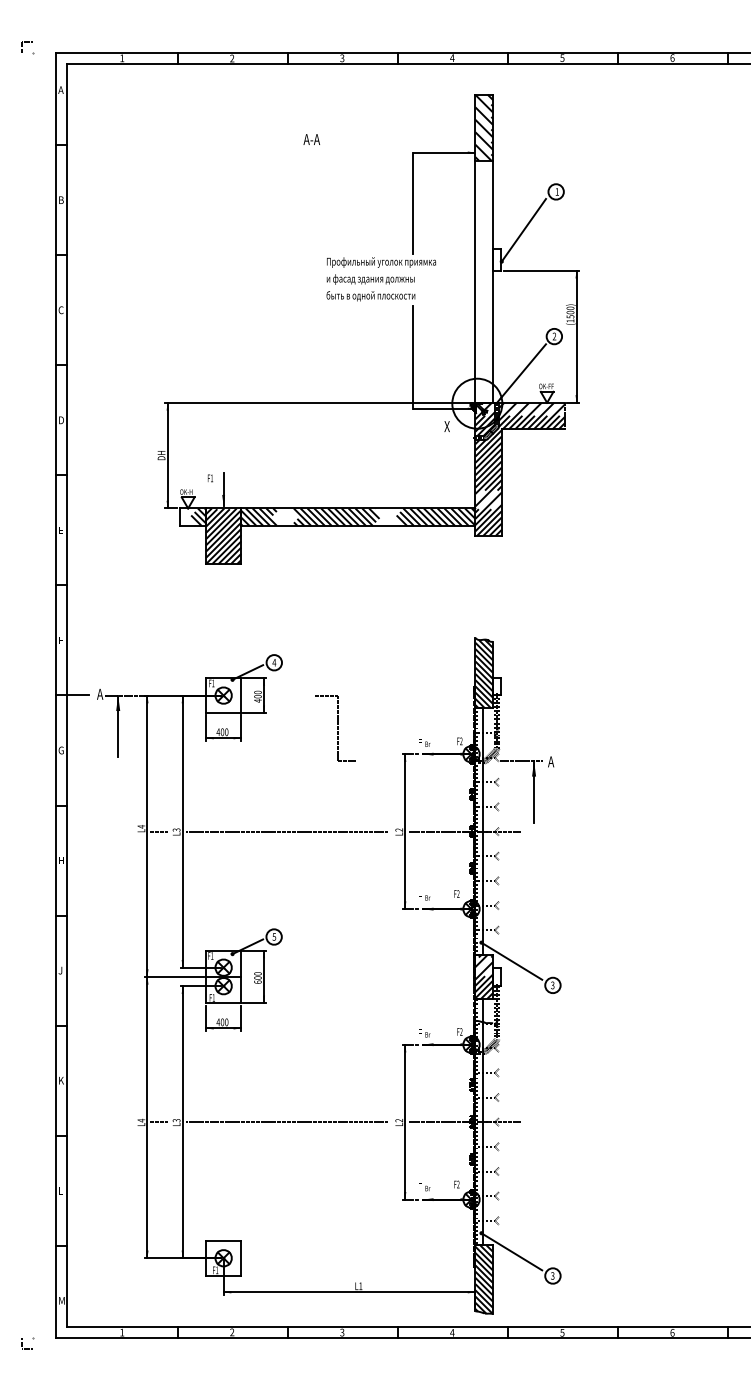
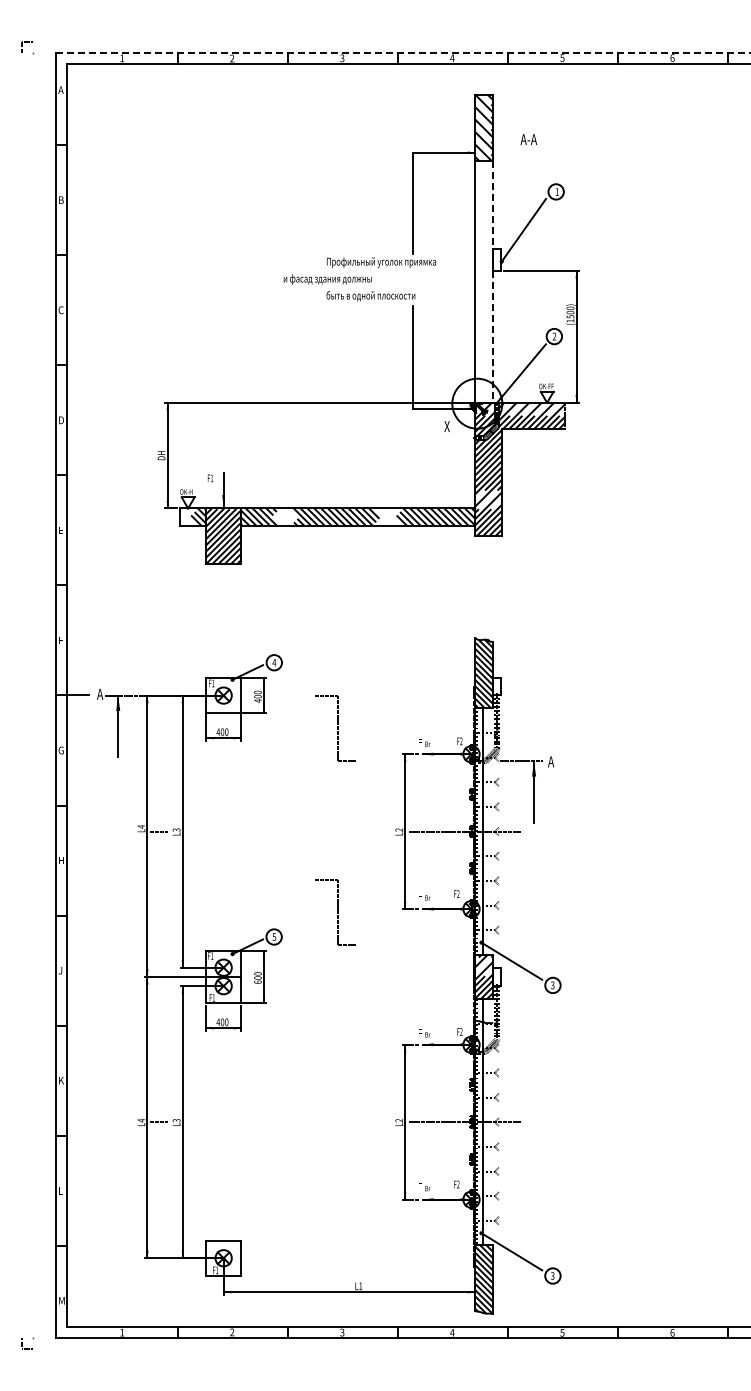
line at (403, 52): solid -> dashed
text at (311, 139) position: (311, 139) -> (528, 139)
text at (370, 279) position: (370, 279) -> (327, 279)
line at (493, 282): solid -> dashed
line at (287, 831): present -> none
part at (335, 912): none -> present
line at (287, 1122): present -> none
